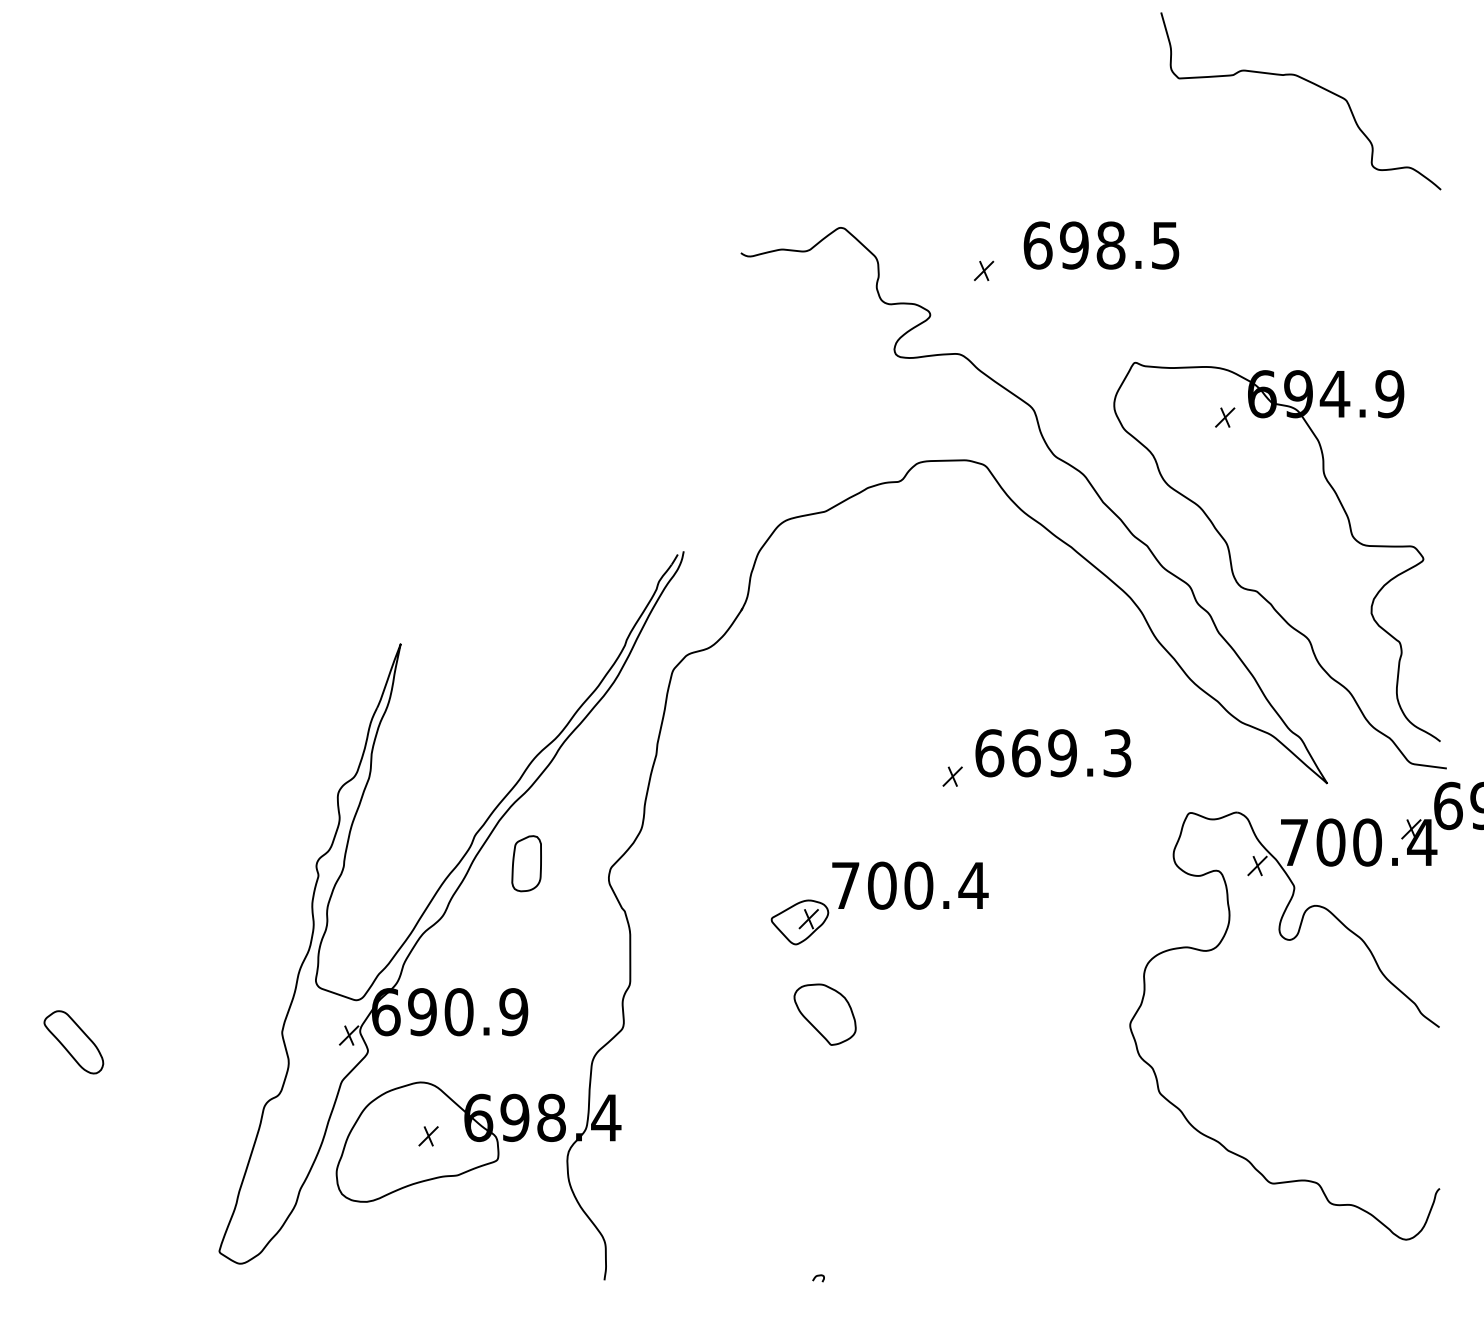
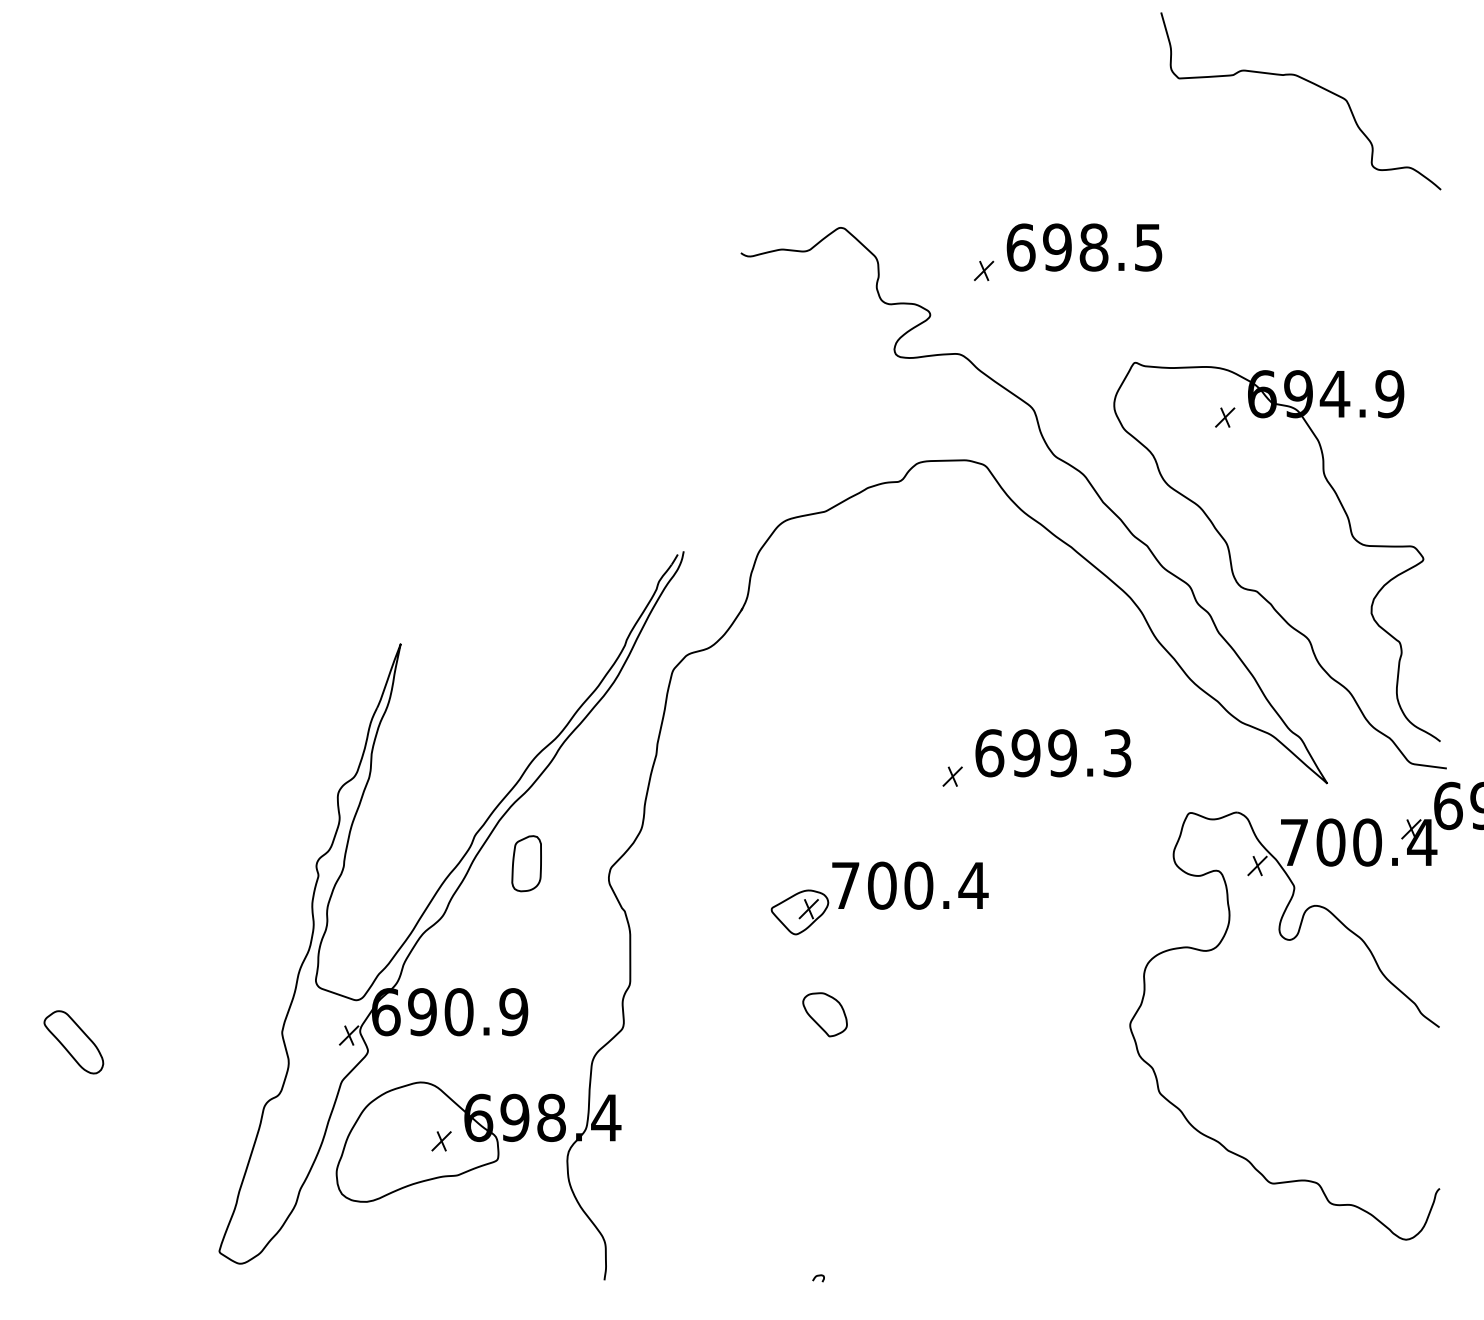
text at (1101, 245) position: (1101, 245) -> (1084, 247)
text at (1025, 753): 669.3 -> 699.3
part at (799, 922) position: (799, 922) -> (799, 912)
part at (824, 1014) size: 64x63 px -> 46x46 px
part at (428, 1136) position: (428, 1136) -> (441, 1141)
